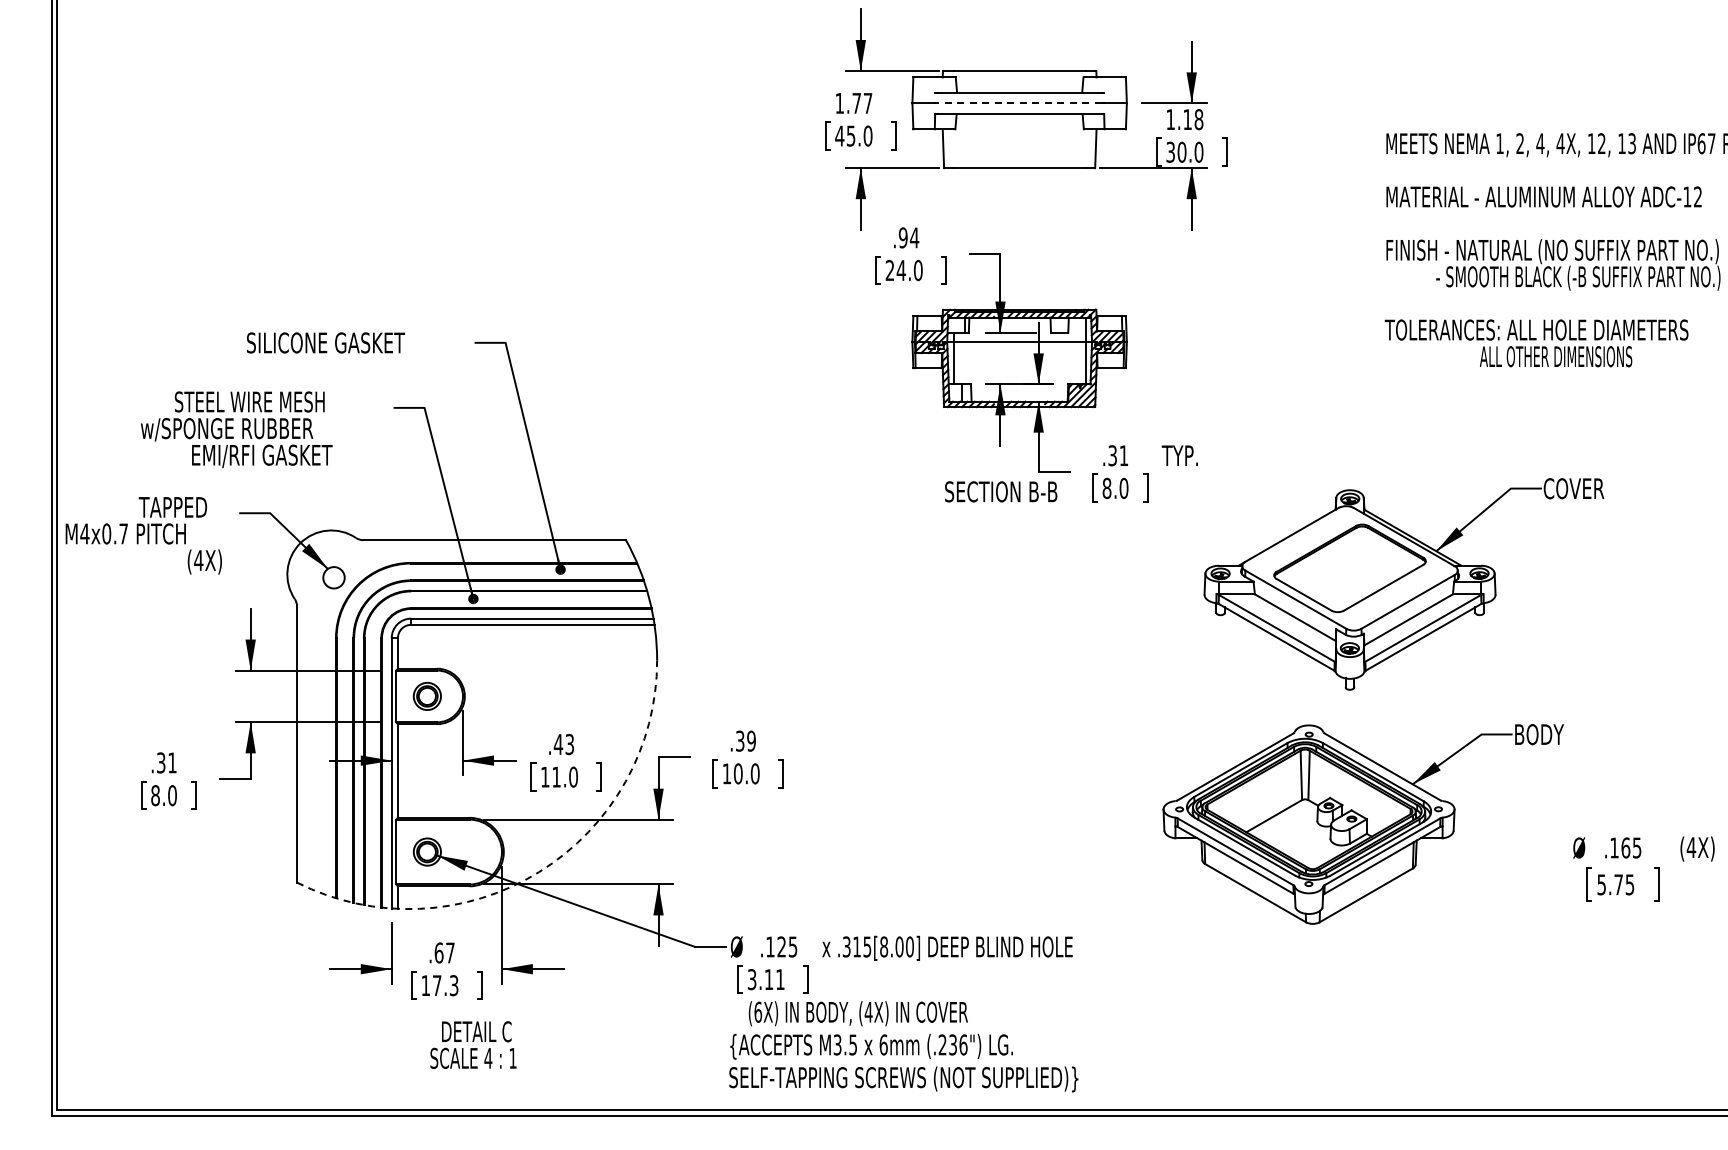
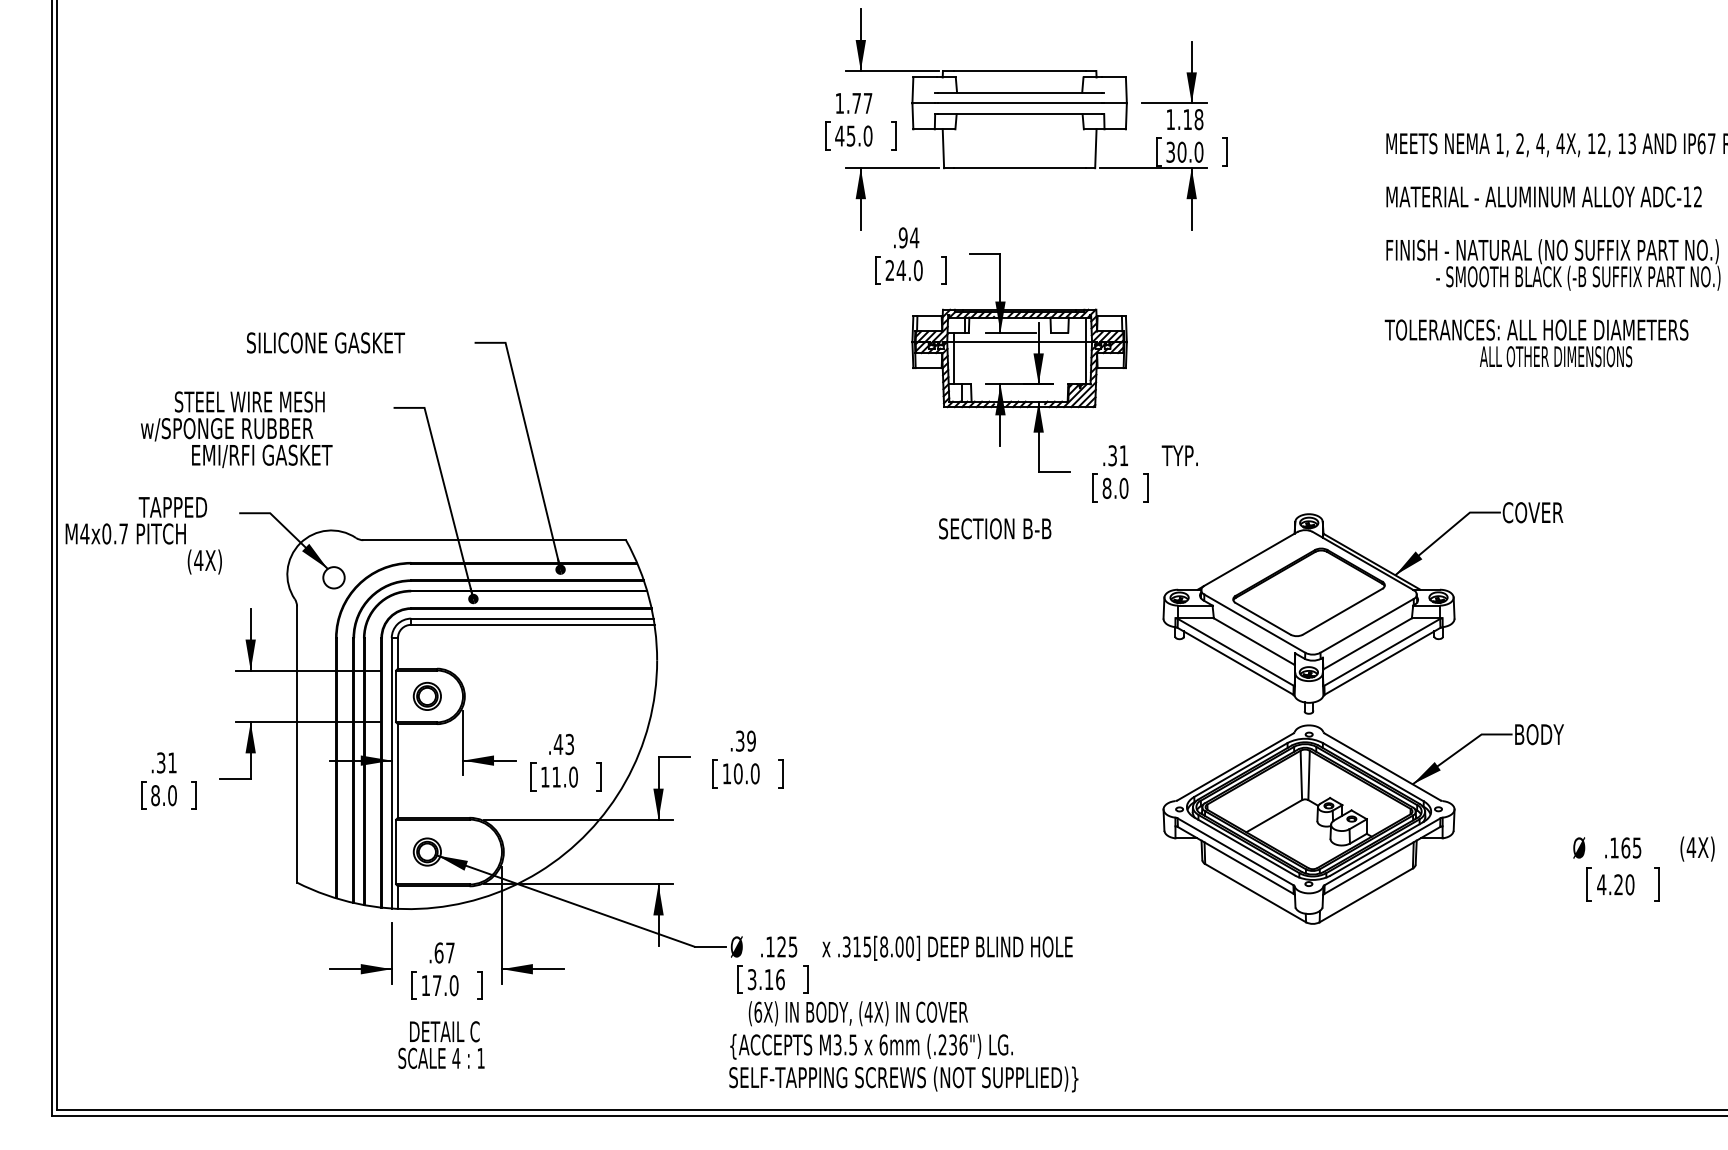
line at (1019, 103): dashed -> solid
text at (1001, 491) position: (1001, 491) -> (995, 528)
part at (1403, 584) position: (1403, 584) -> (1362, 608)
arc at (539, 872): dashed -> solid
text at (1615, 884): 5.75 -> 4.20
text at (780, 979): 3.11 -> 3.16
text at (453, 985): 17.3 -> 17.0
text at (473, 1044) position: (473, 1044) -> (441, 1044)
